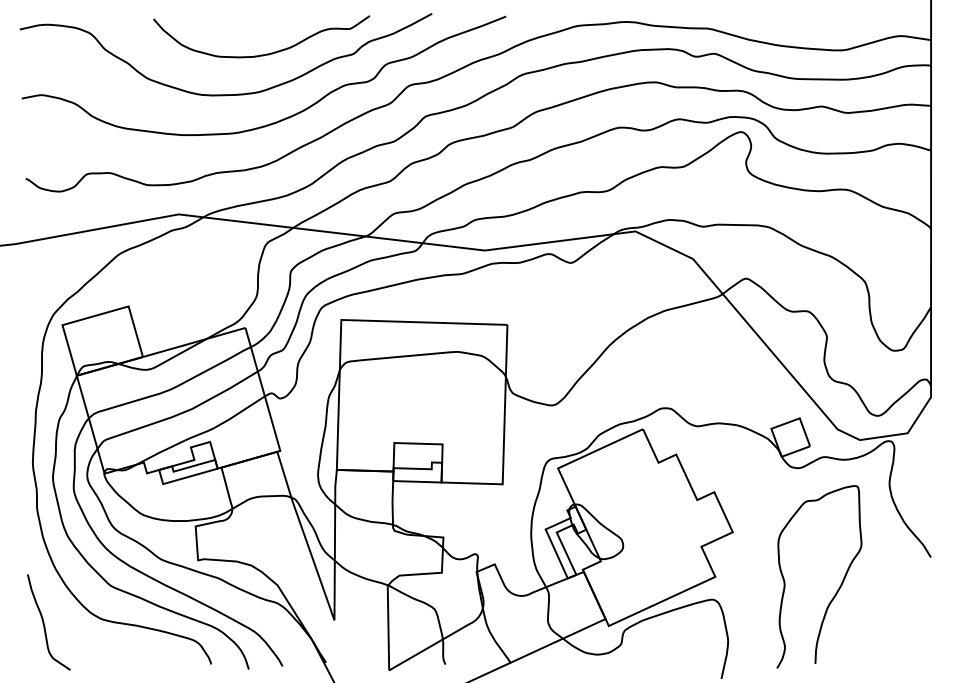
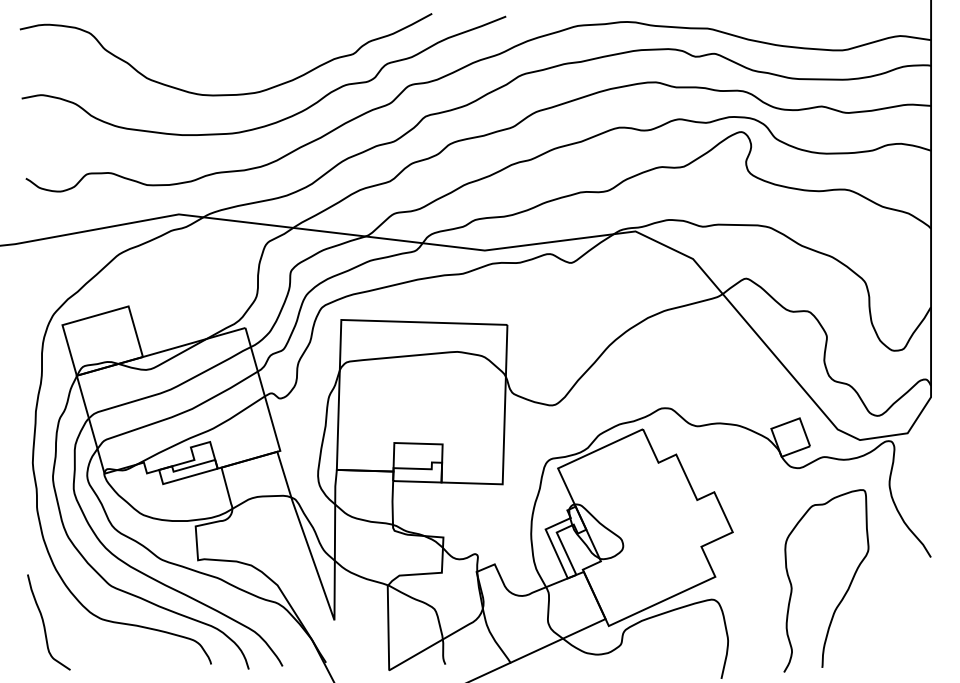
curve at (266, 53): present -> none
curve at (837, 589) position: (837, 589) -> (844, 593)
